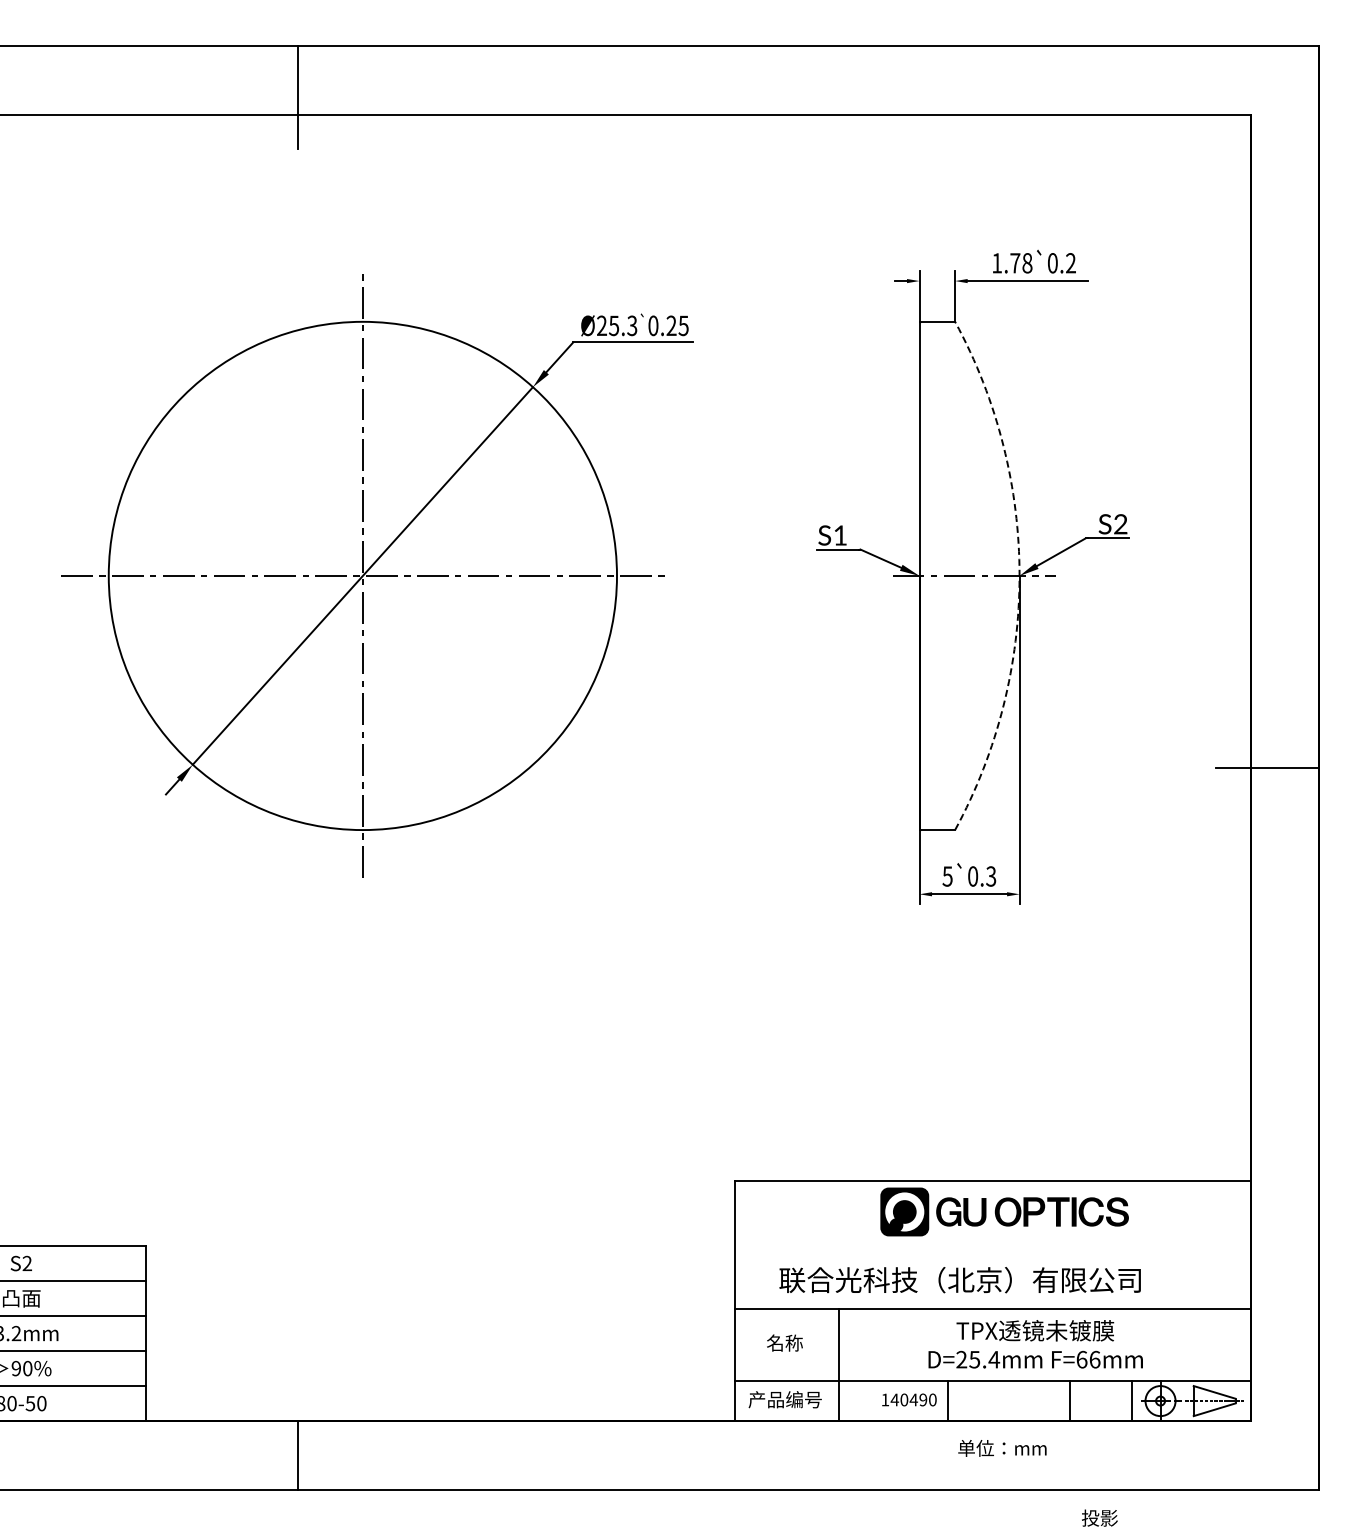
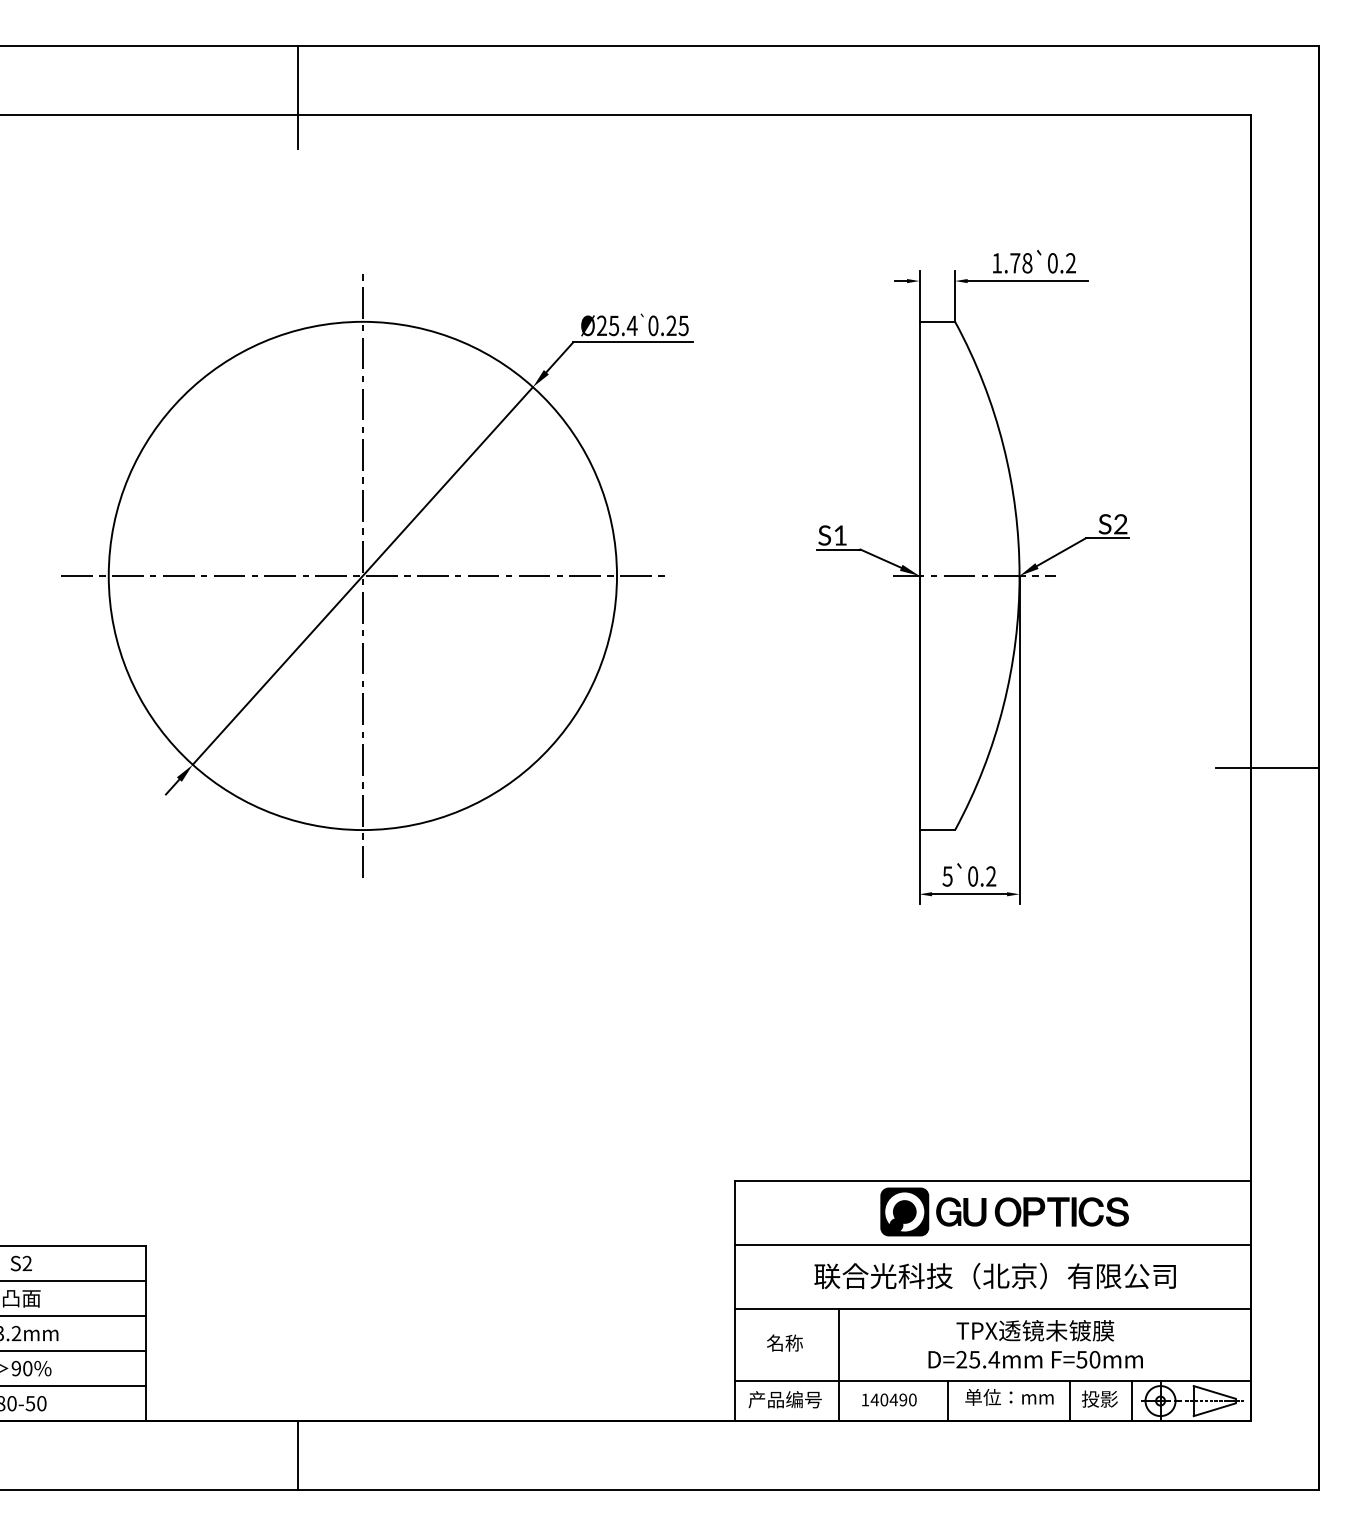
text at (631, 325): Ø25.3 -> Ø25.4
arc at (1019, 575): dashed -> solid
text at (991, 876): 5`0.3 -> 5`0.2
line at (992, 1244): none -> present
text at (959, 1280) position: (959, 1280) -> (994, 1276)
text at (1088, 1359): F=66mm -> F=50mm
text at (909, 1399) position: (909, 1399) -> (889, 1399)
text at (1002, 1448) position: (1002, 1448) -> (1009, 1397)
text at (1099, 1517) position: (1099, 1517) -> (1099, 1398)
